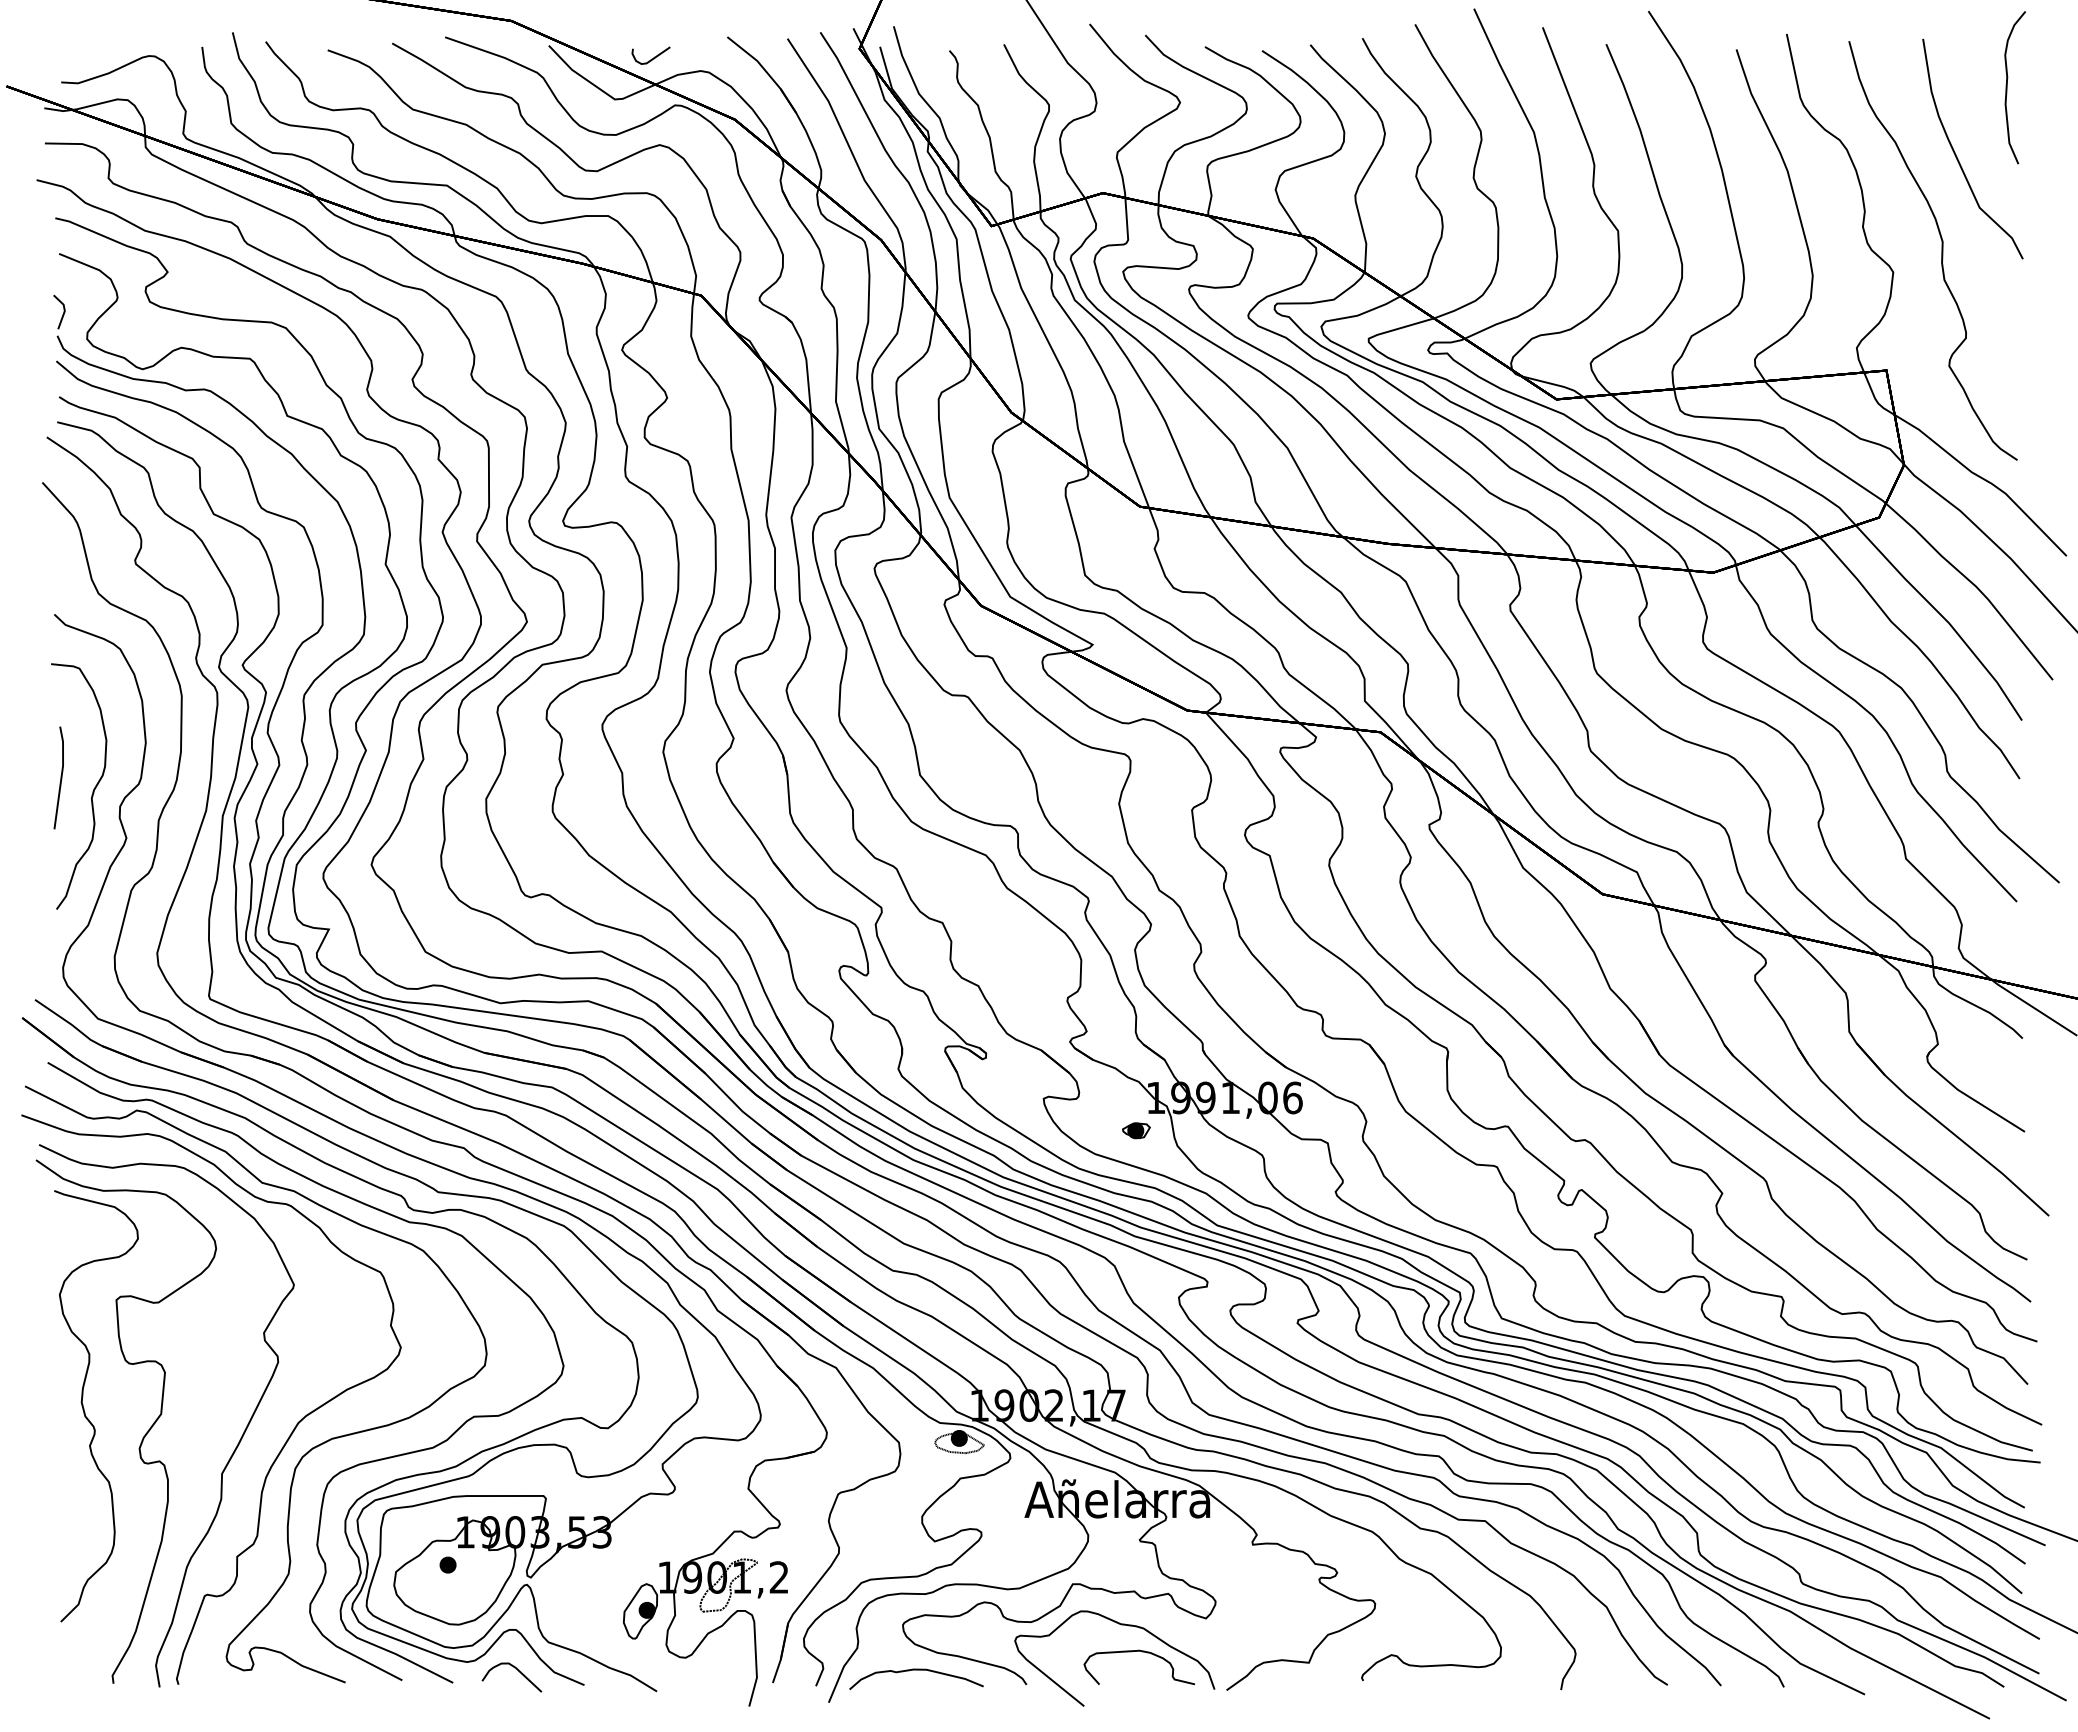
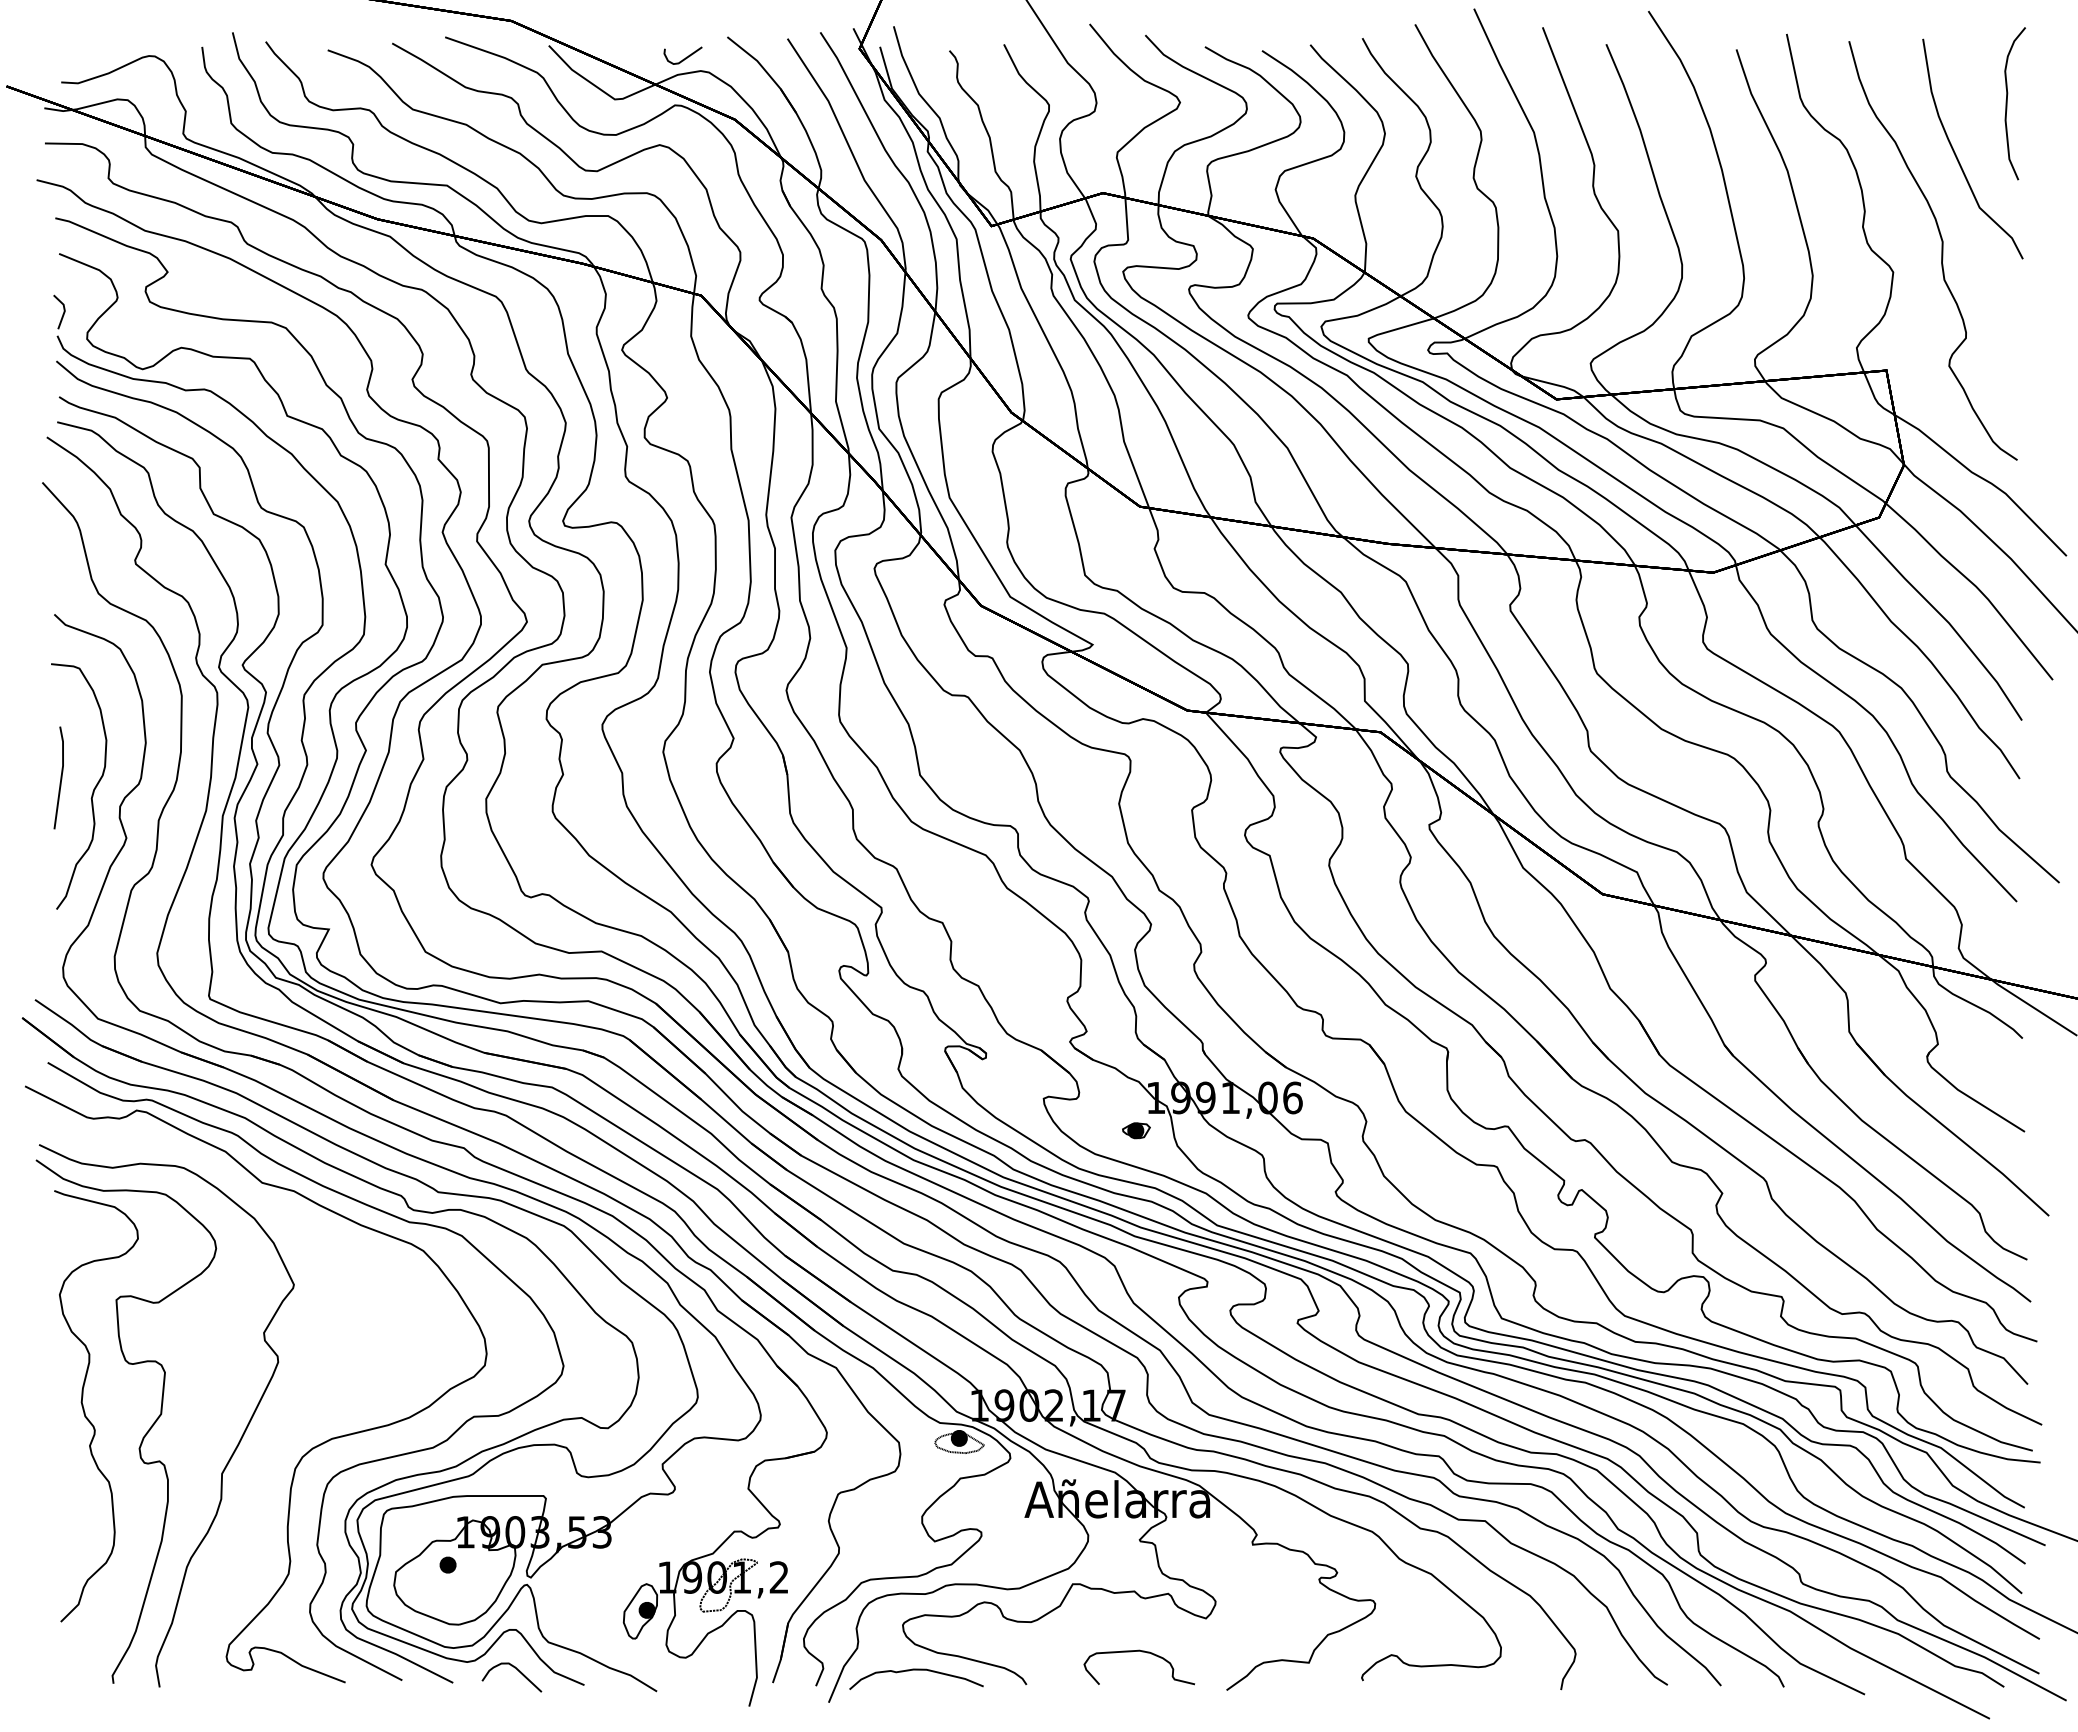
curve at (651, 58) position: (651, 58) -> (683, 58)
curve at (2007, 87) position: (2007, 87) -> (2007, 103)
part at (285, 1441): present -> none
curve at (1121, 1625): present -> none
